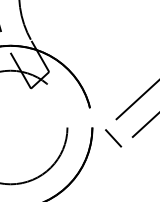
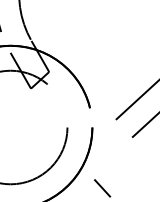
line at (113, 138) position: (113, 138) -> (102, 188)
